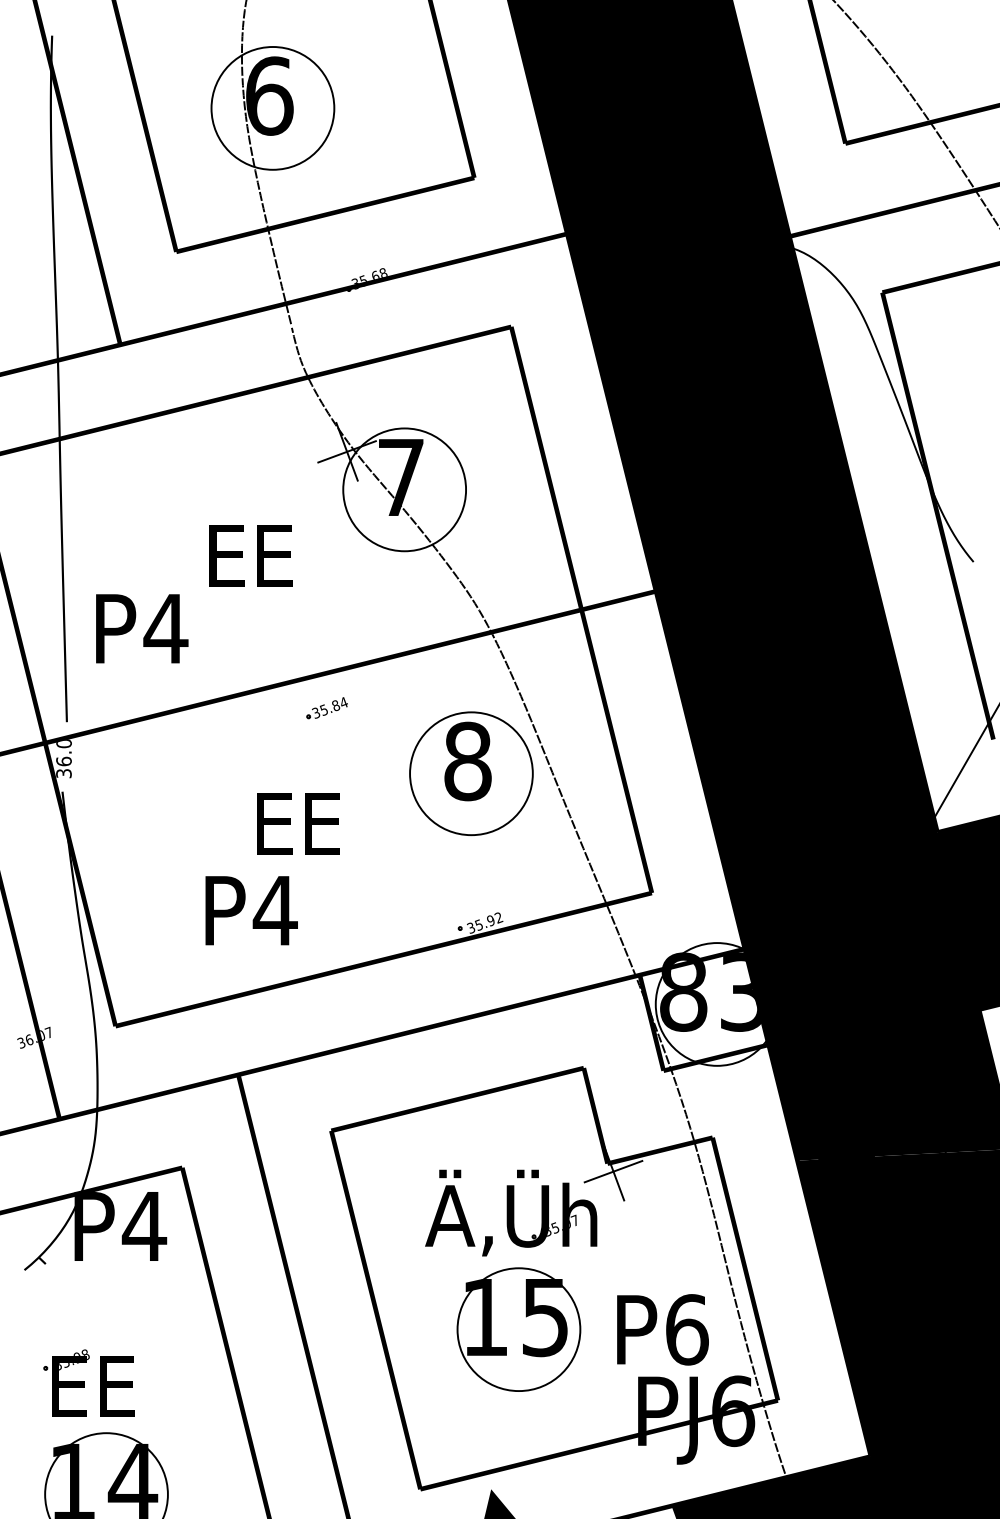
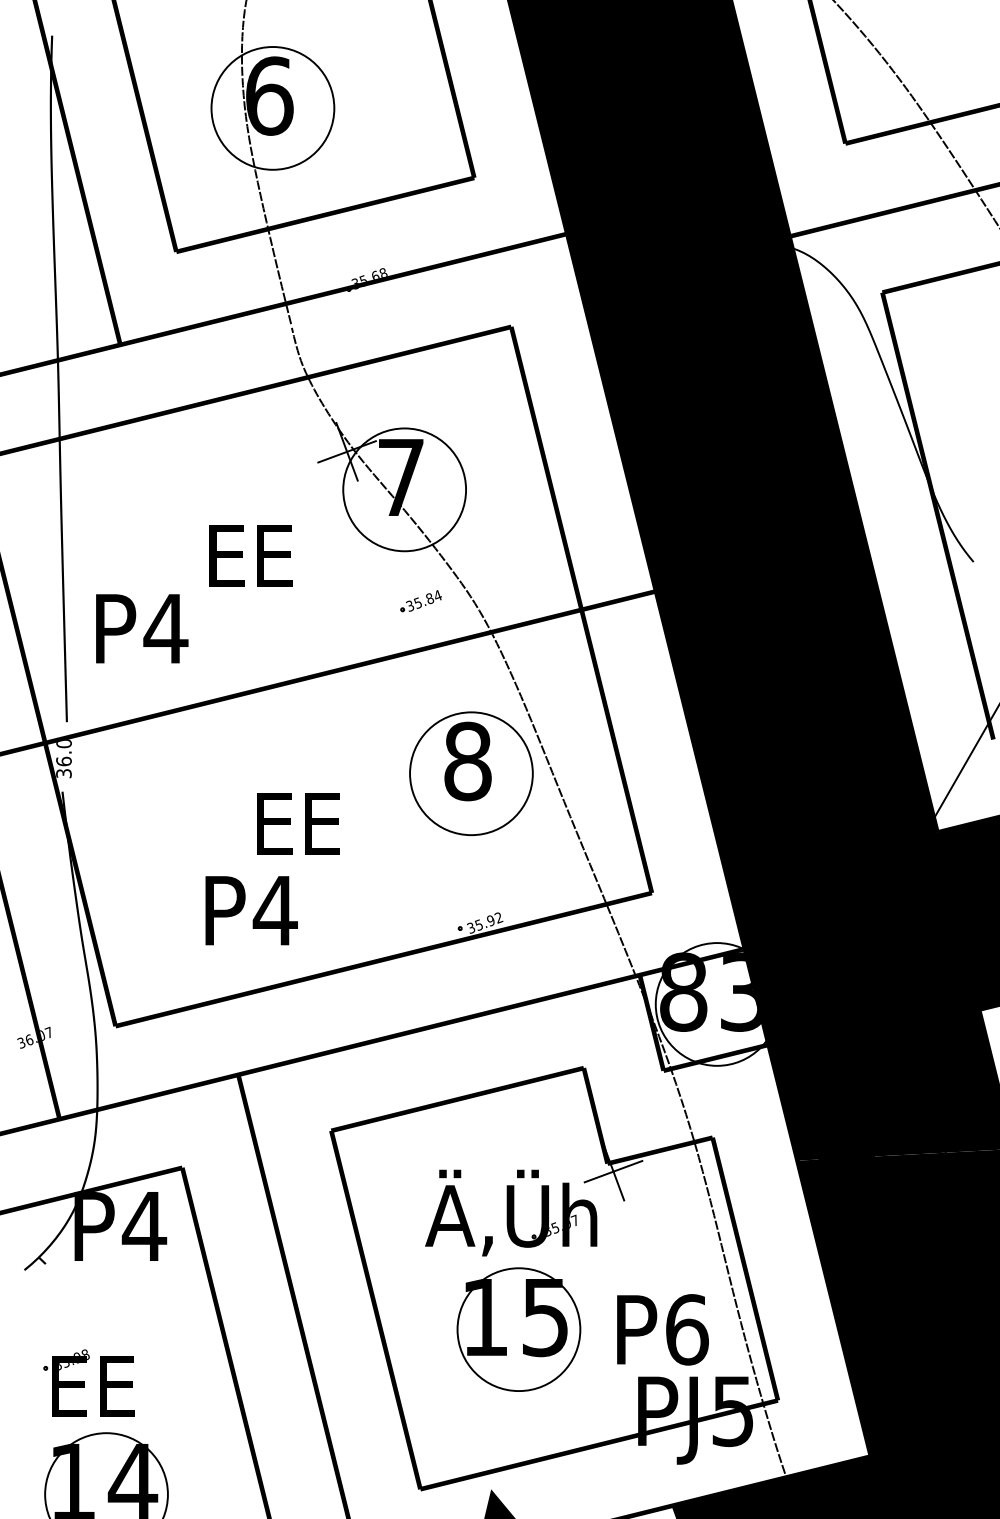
part at (326, 708) position: (326, 708) -> (420, 601)
text at (733, 1411): PJ6 -> PJ5
